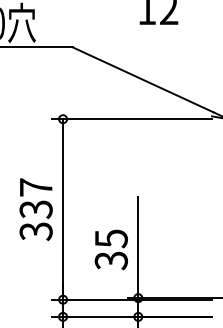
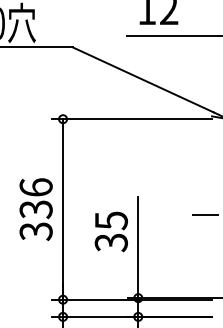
line at (172, 35): none -> present
text at (35, 187): 337 -> 336
line at (205, 214): none -> present
text at (110, 249) position: (110, 249) -> (110, 231)
